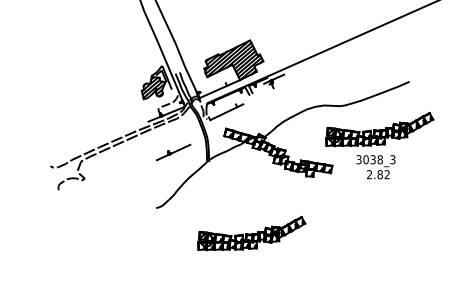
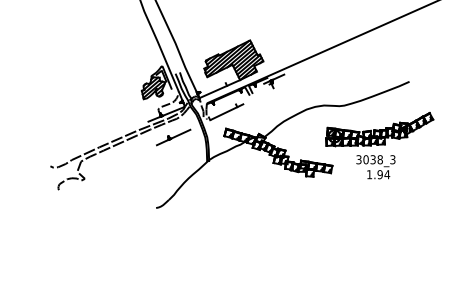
part at (173, 152) position: (173, 152) -> (173, 137)
text at (378, 174): 2.82 -> 1.94
part at (251, 233): present -> none
